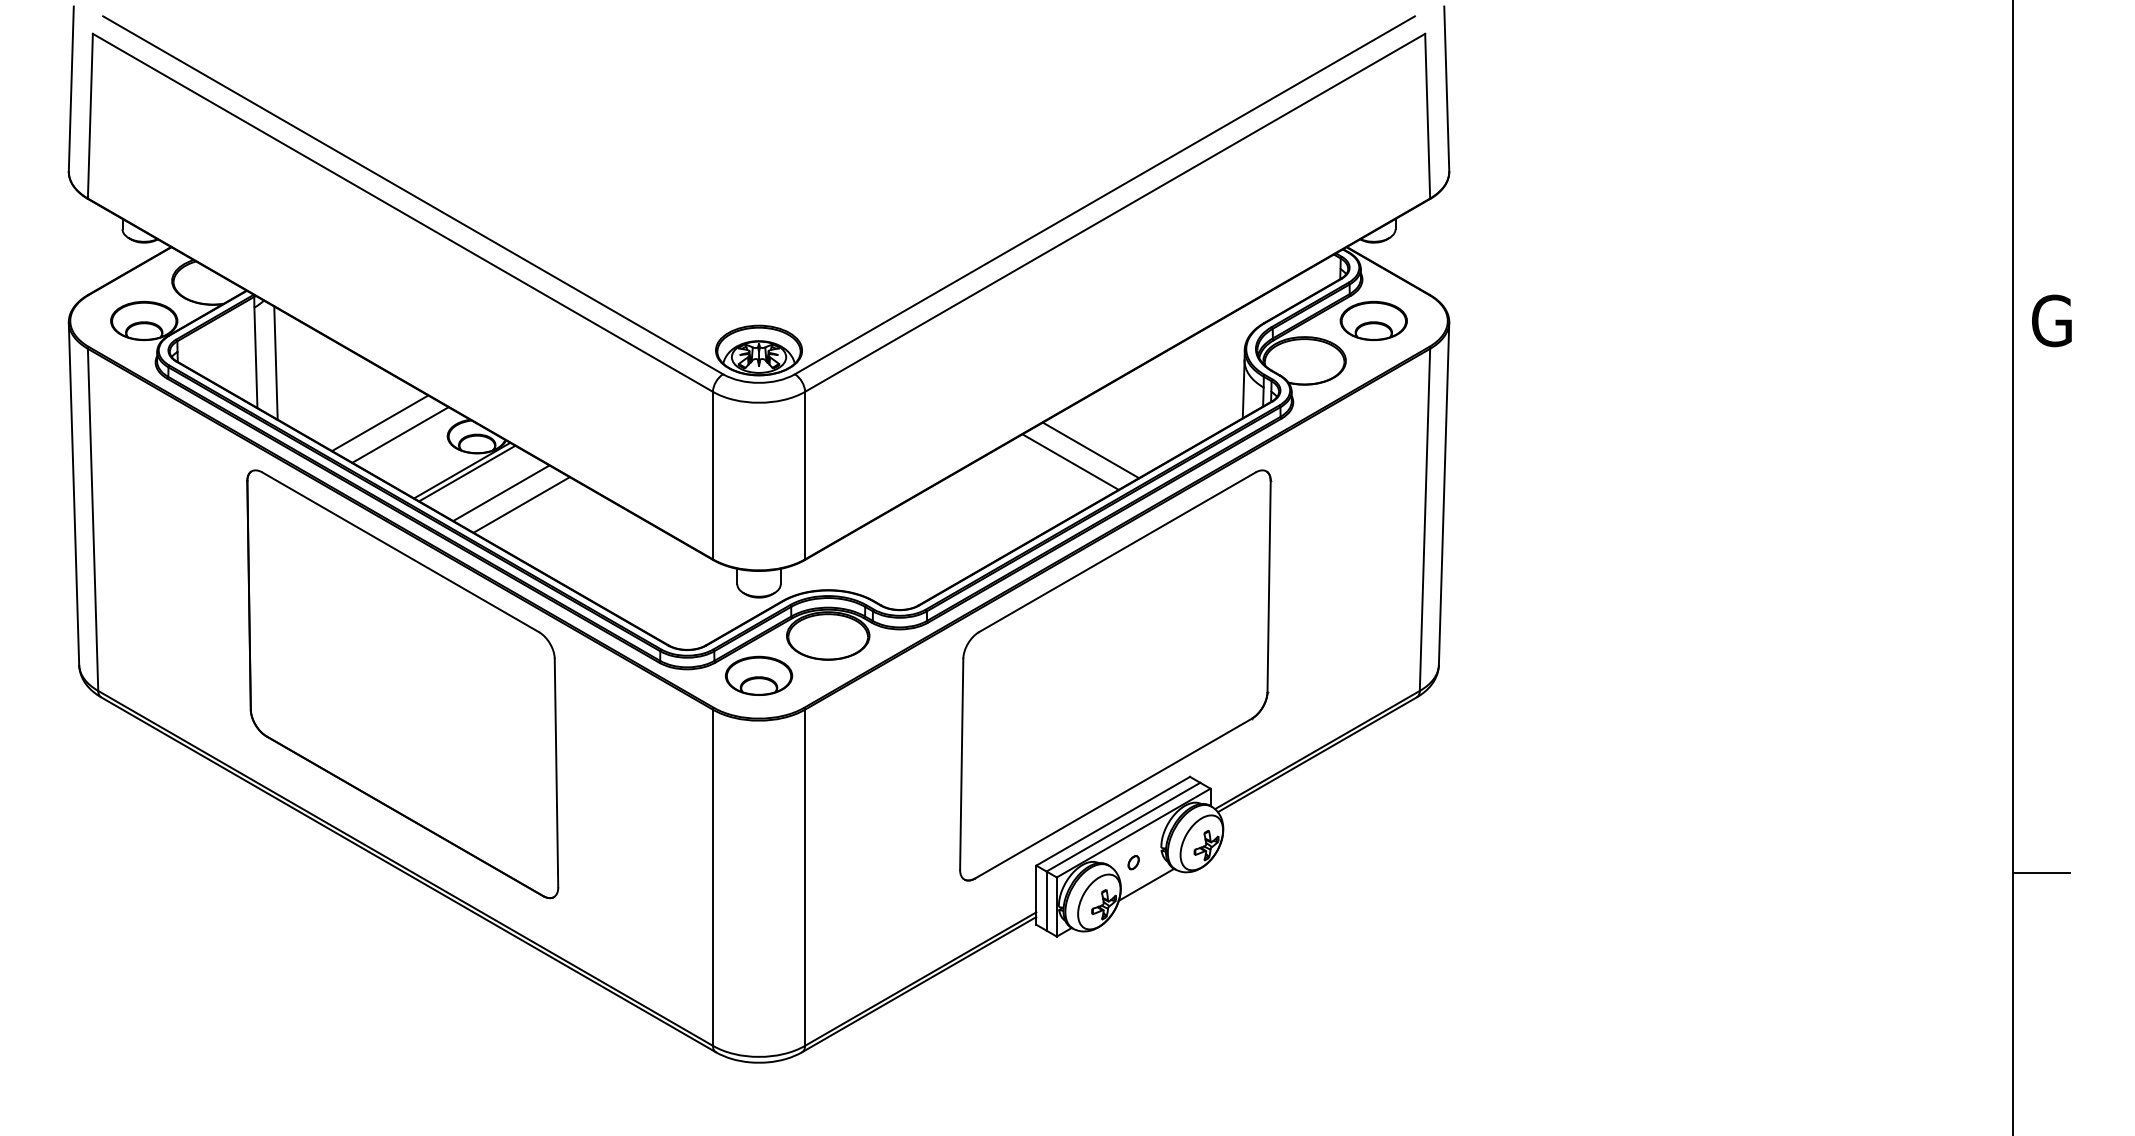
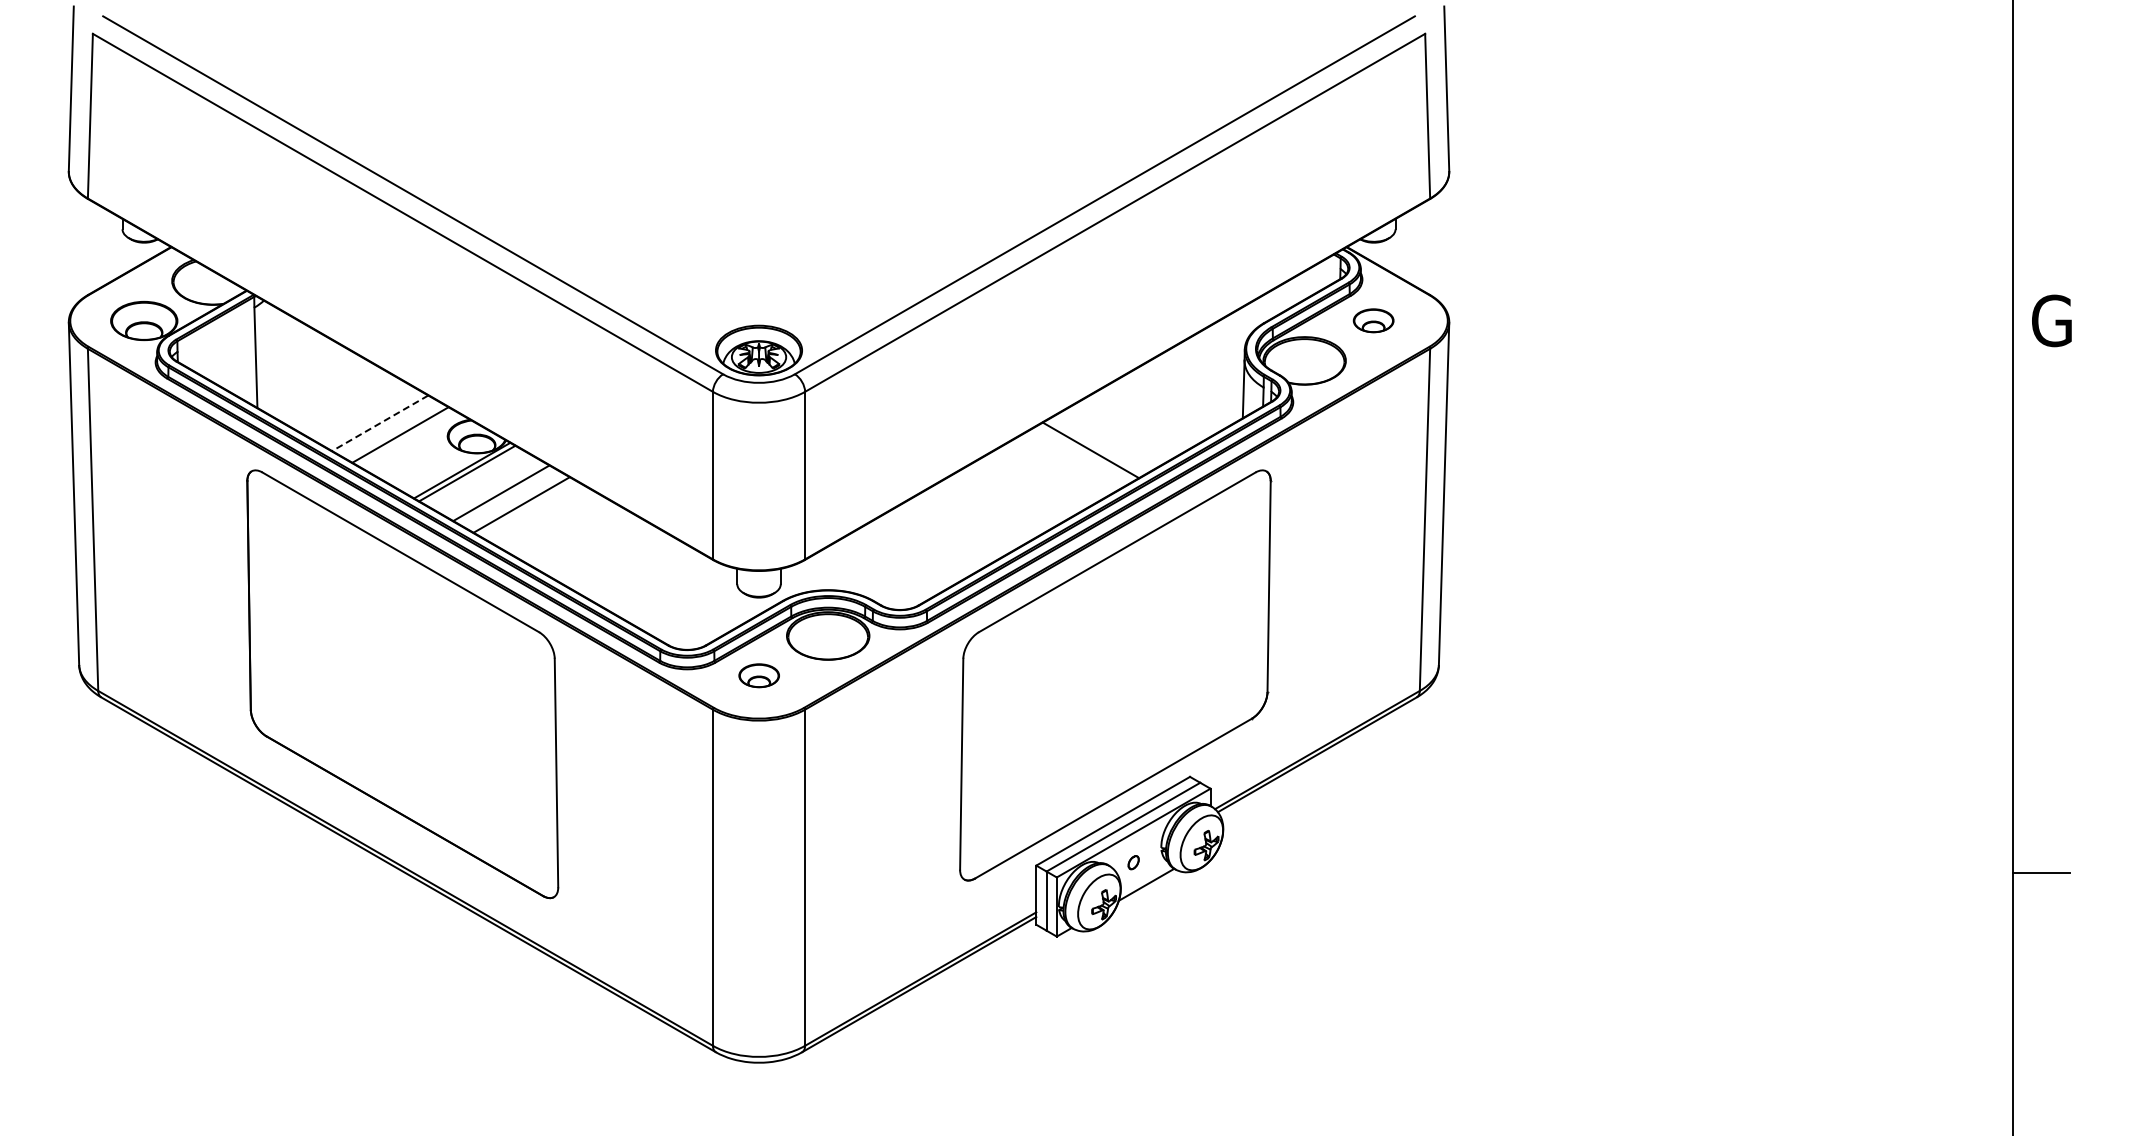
part at (1373, 320) size: 69x41 px -> 43x26 px
line at (275, 362): present -> none
line at (380, 423): solid -> dashed
line at (1070, 461): present -> none
part at (759, 675) size: 69x41 px -> 42x26 px
